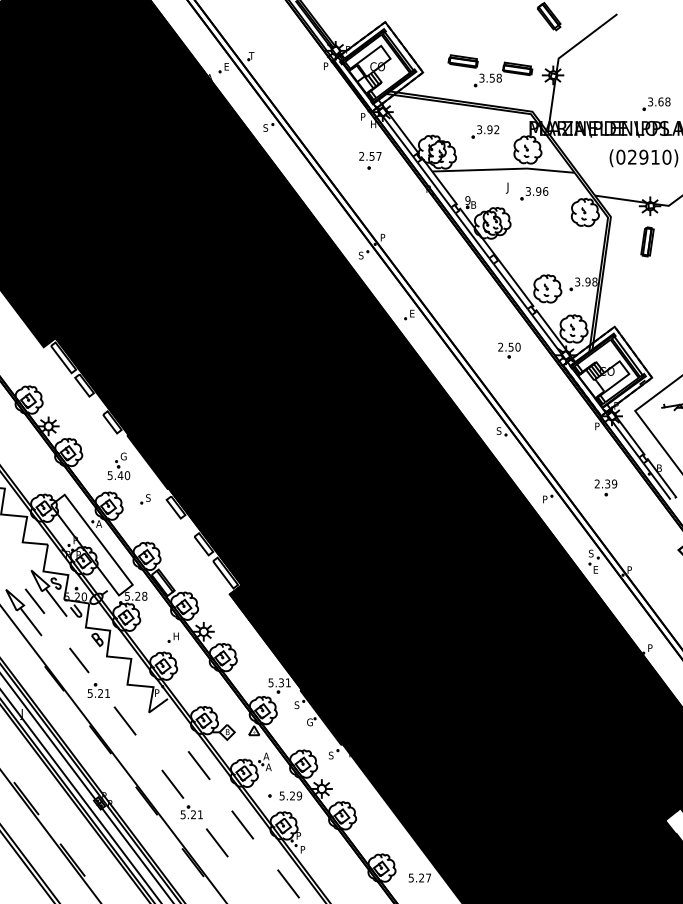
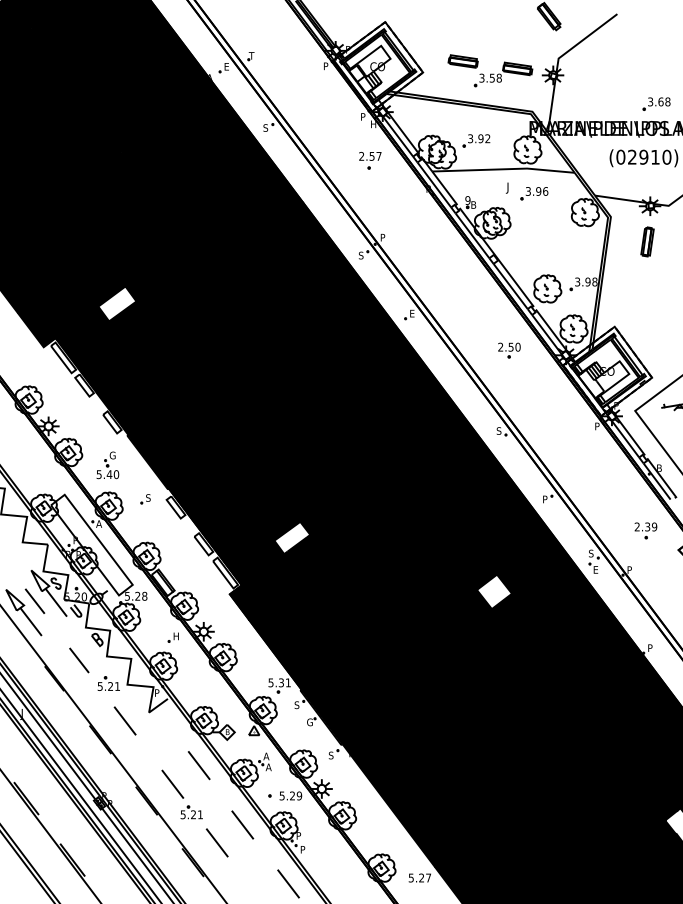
part at (485, 131) position: (485, 131) -> (476, 140)
fill at (117, 303): present -> none
part at (118, 466) position: (118, 466) -> (107, 465)
part at (605, 487) position: (605, 487) -> (645, 530)
fill at (292, 537): present -> none
fill at (494, 591): present -> none
part at (98, 690) position: (98, 690) -> (108, 683)
